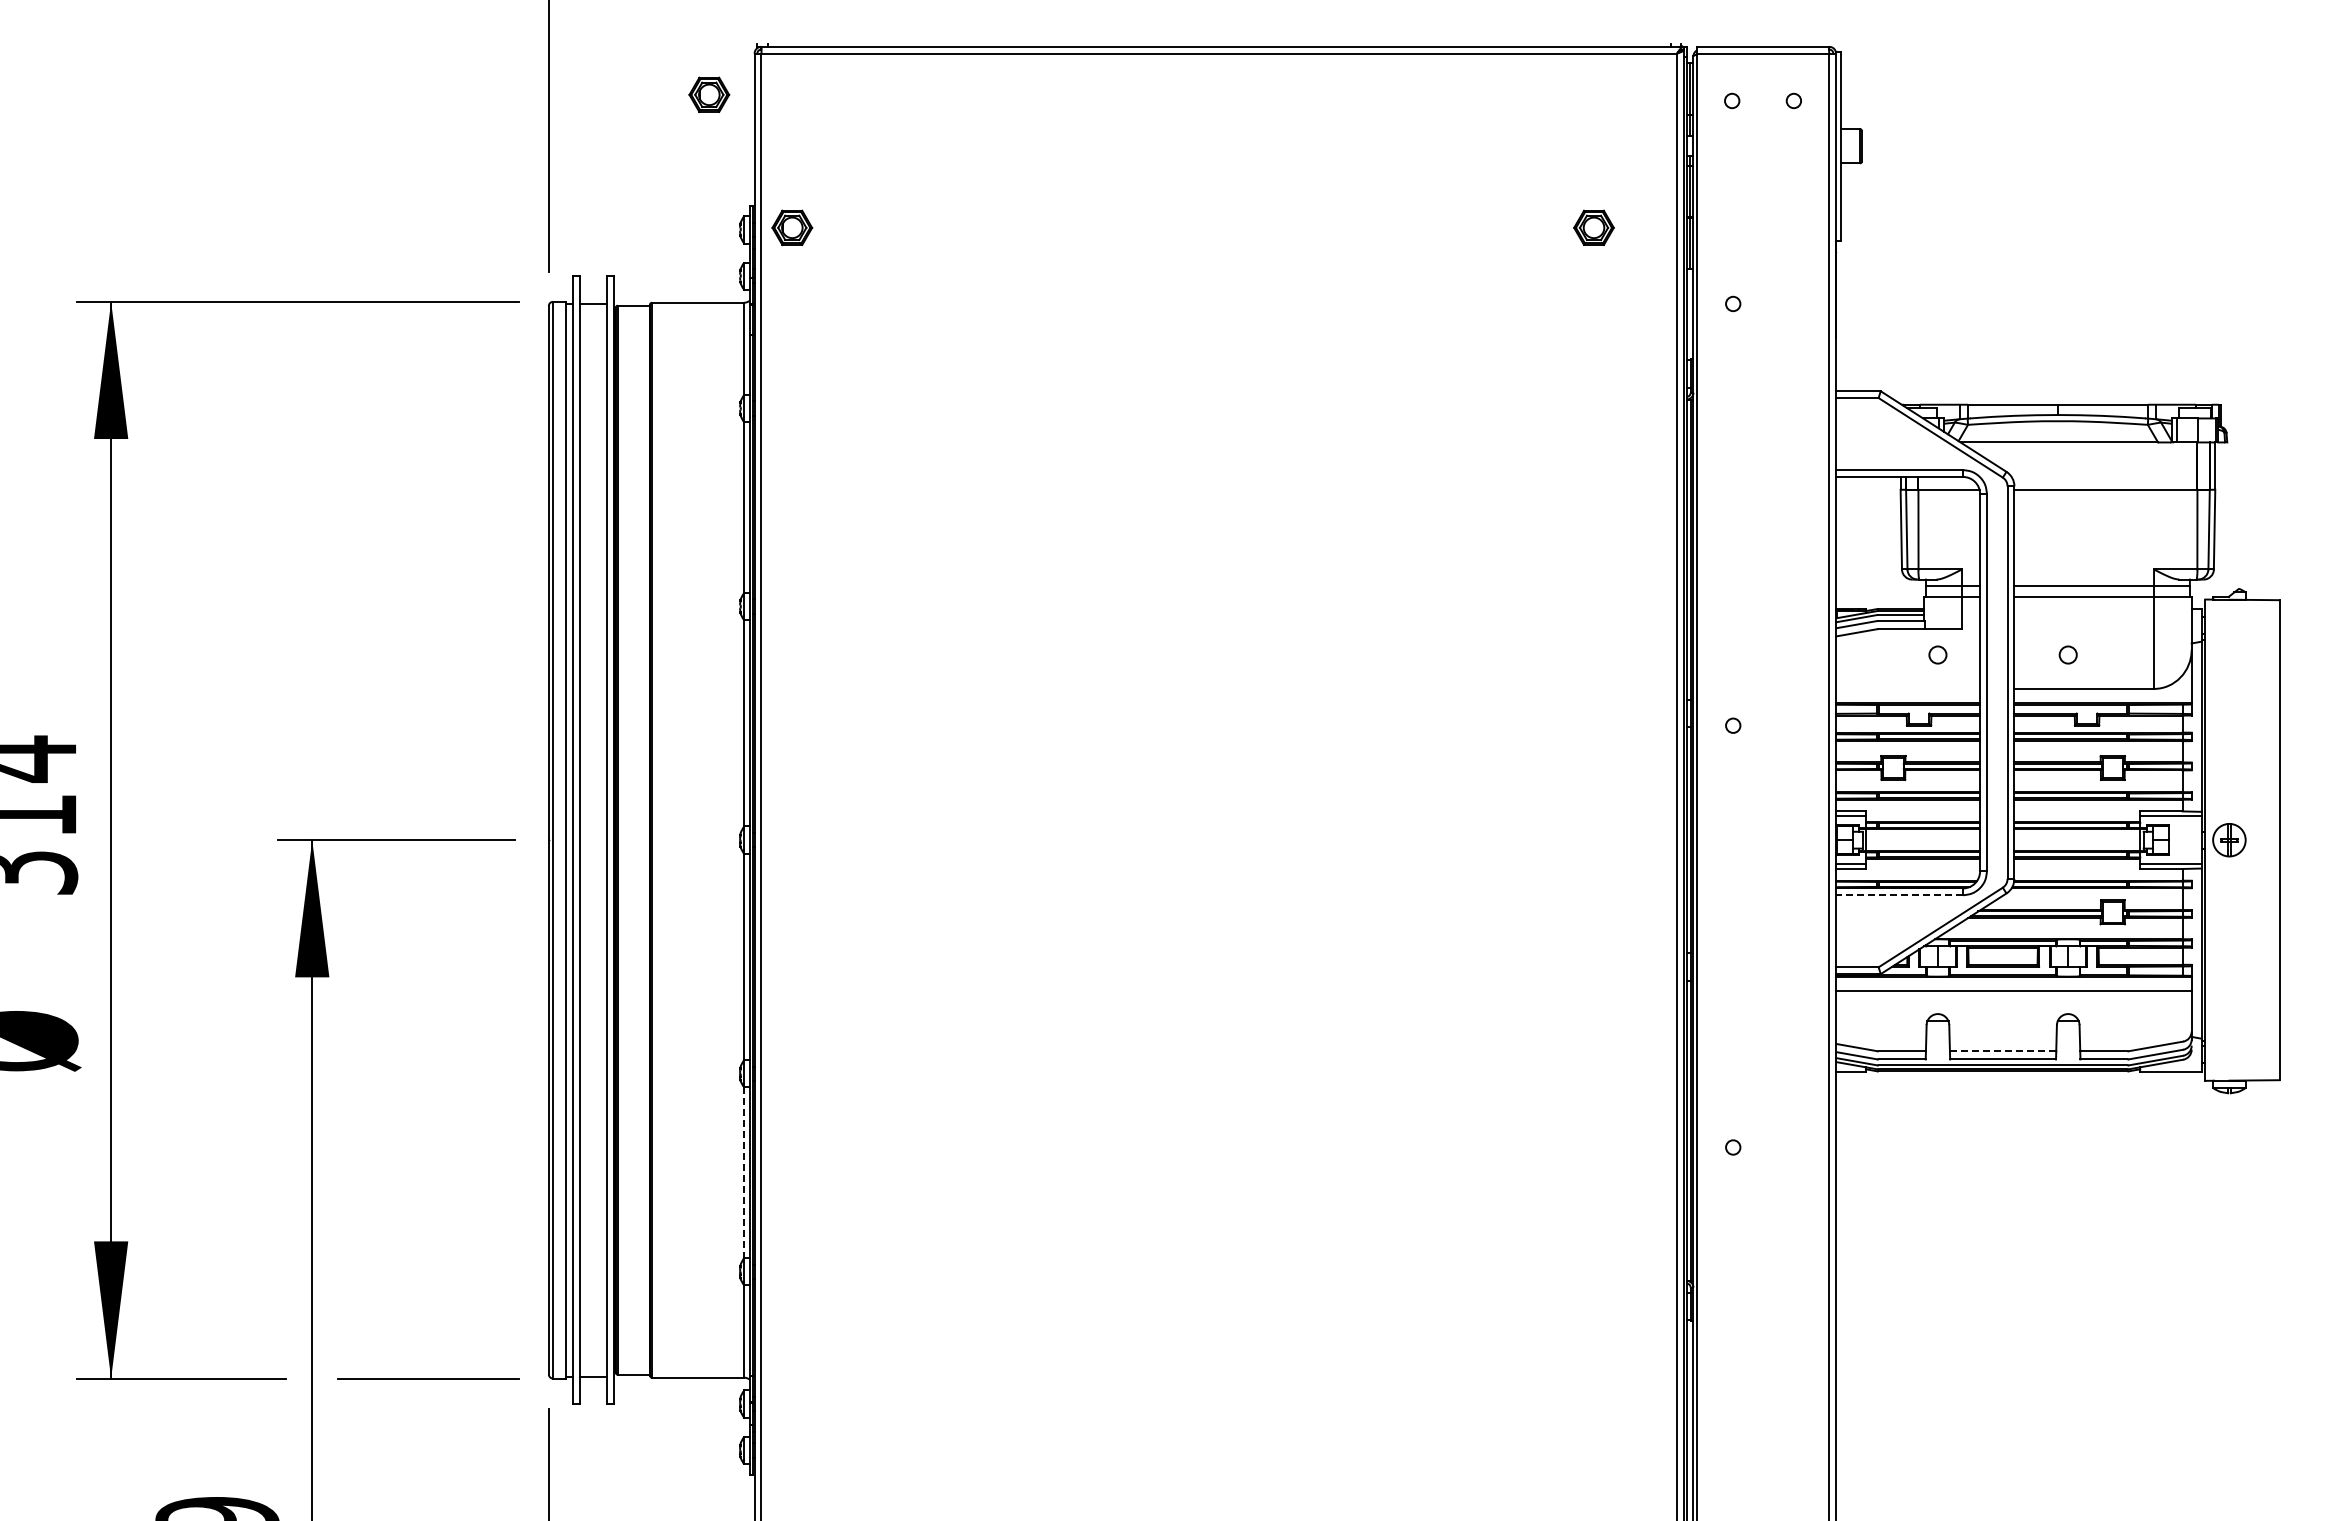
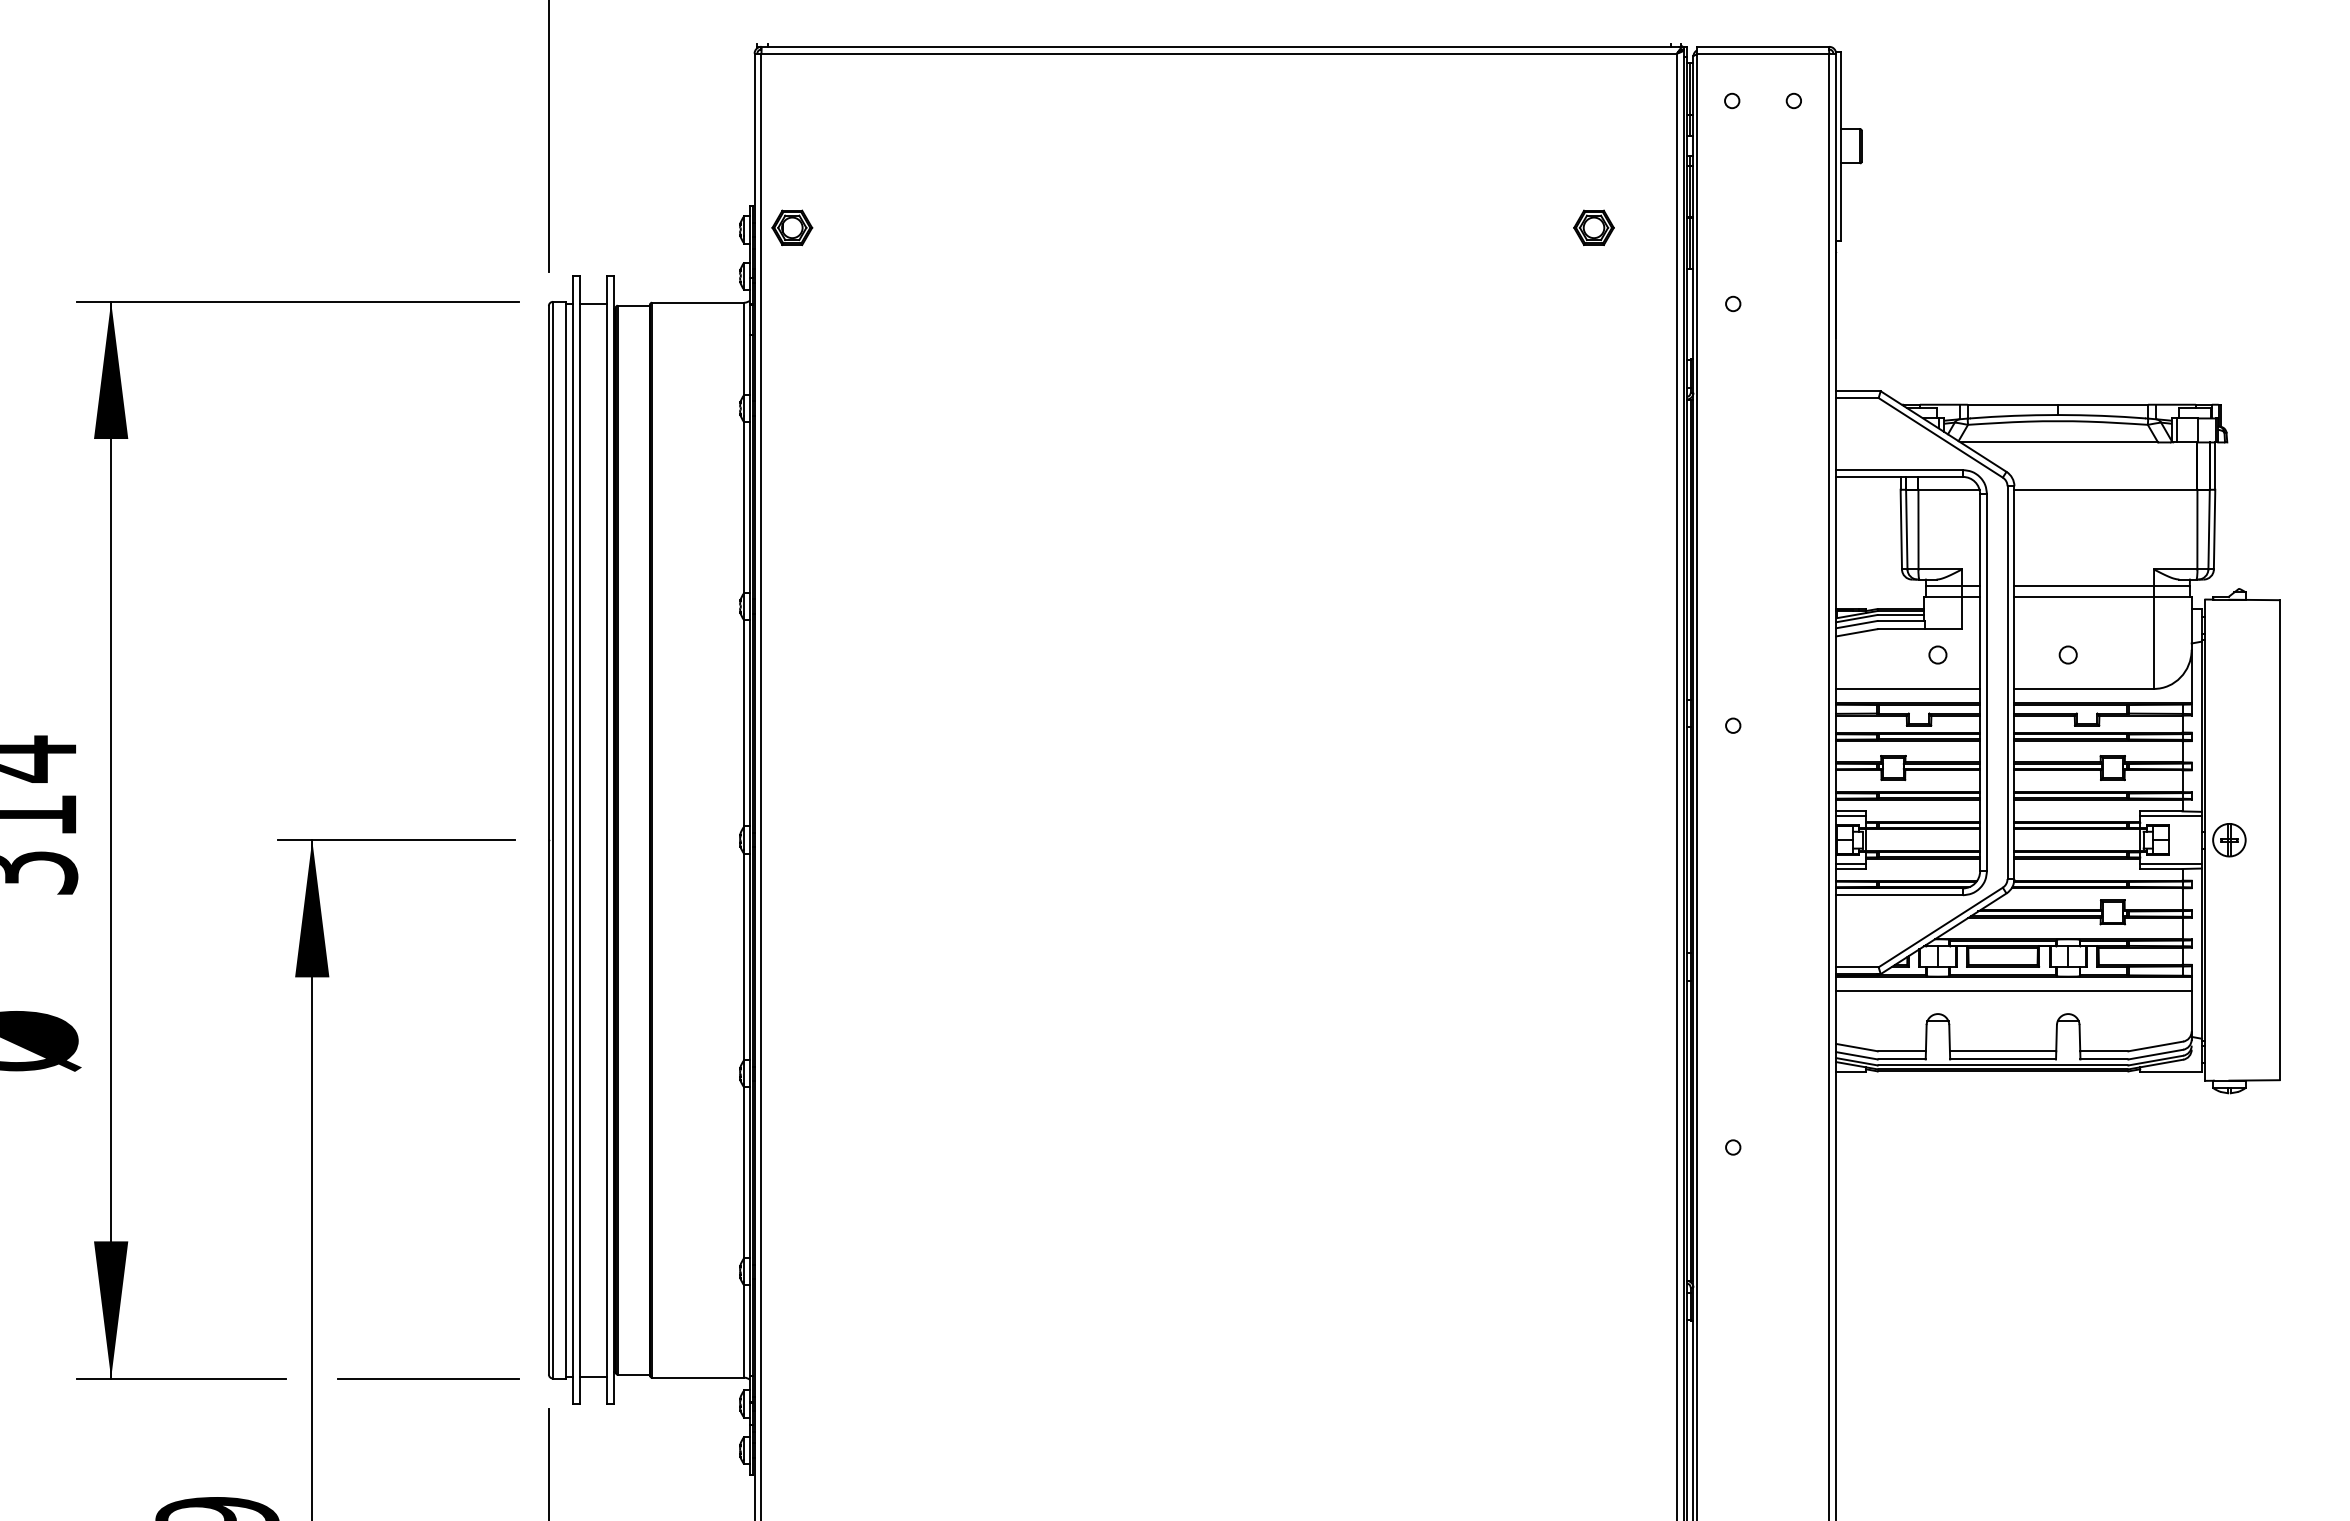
part at (709, 94): present -> none
line at (1908, 688): none -> present
line at (1899, 895): dashed -> solid
line at (2003, 1051): dashed -> solid
line at (744, 1173): dashed -> solid
